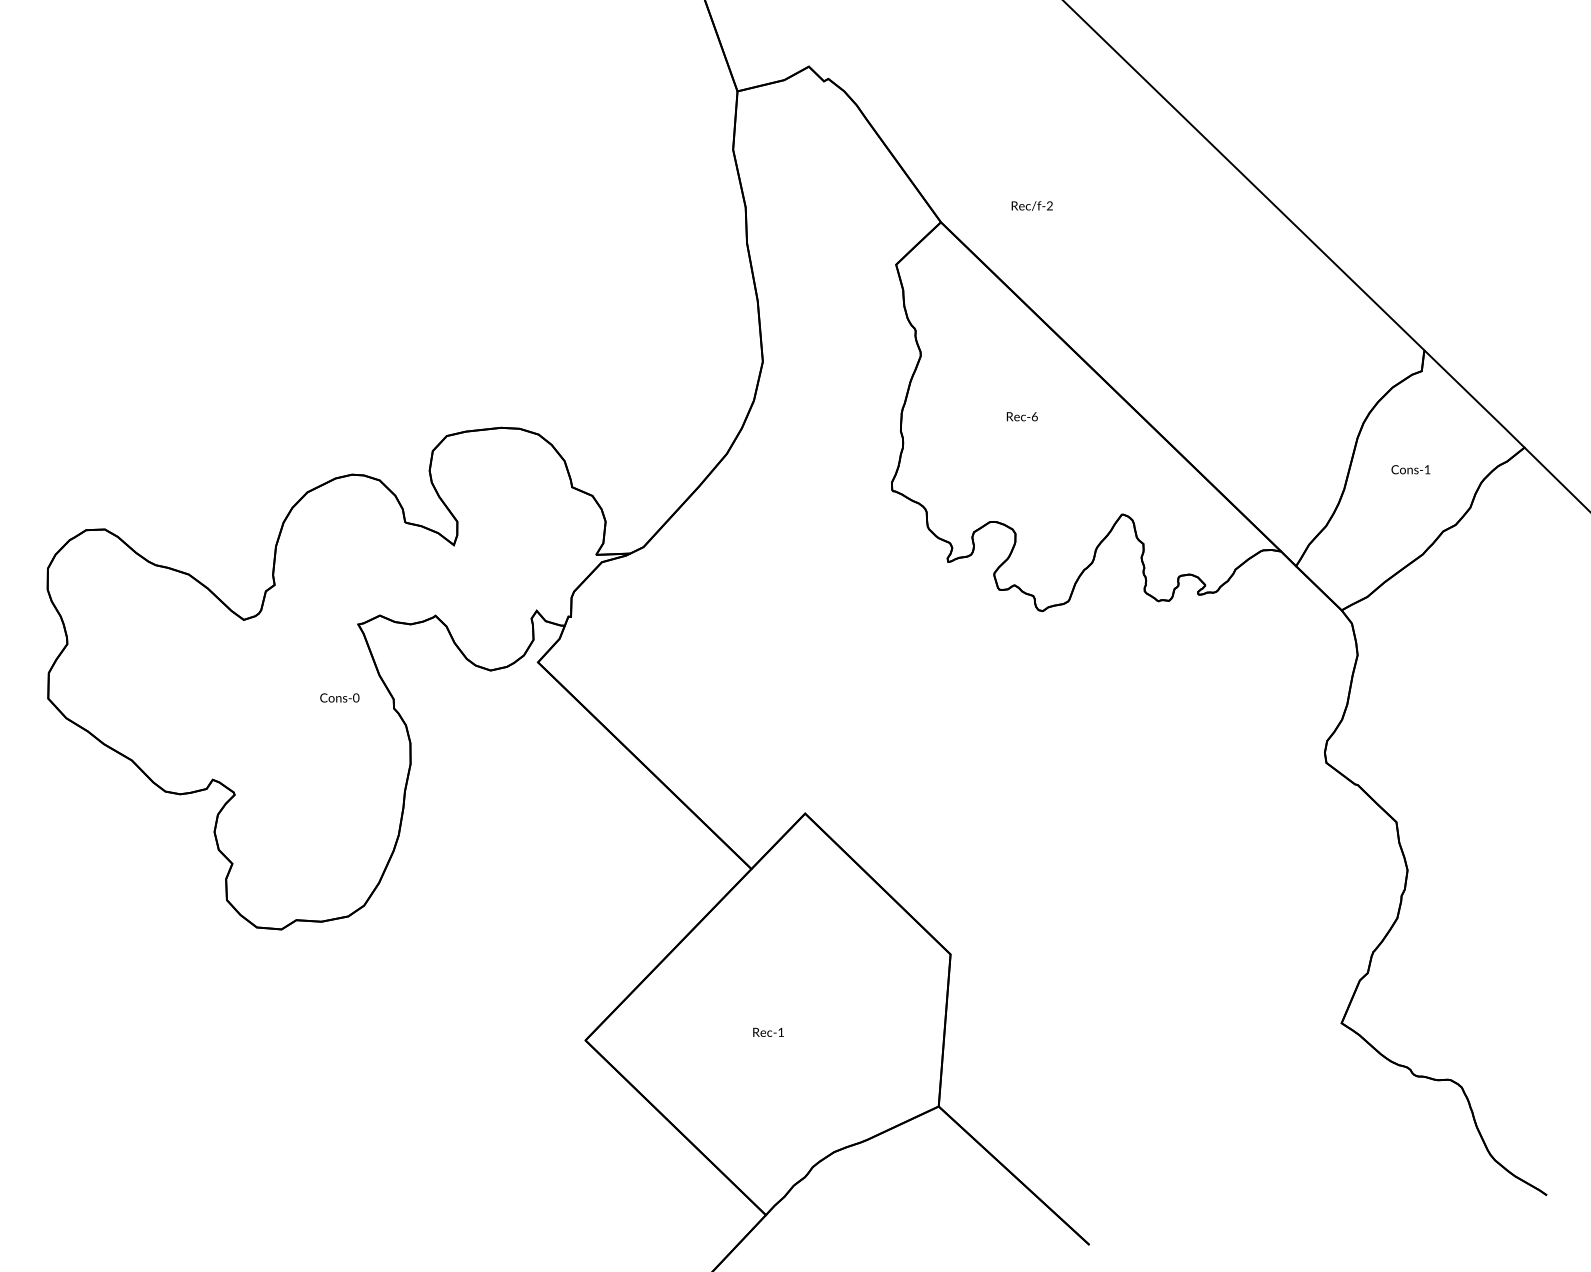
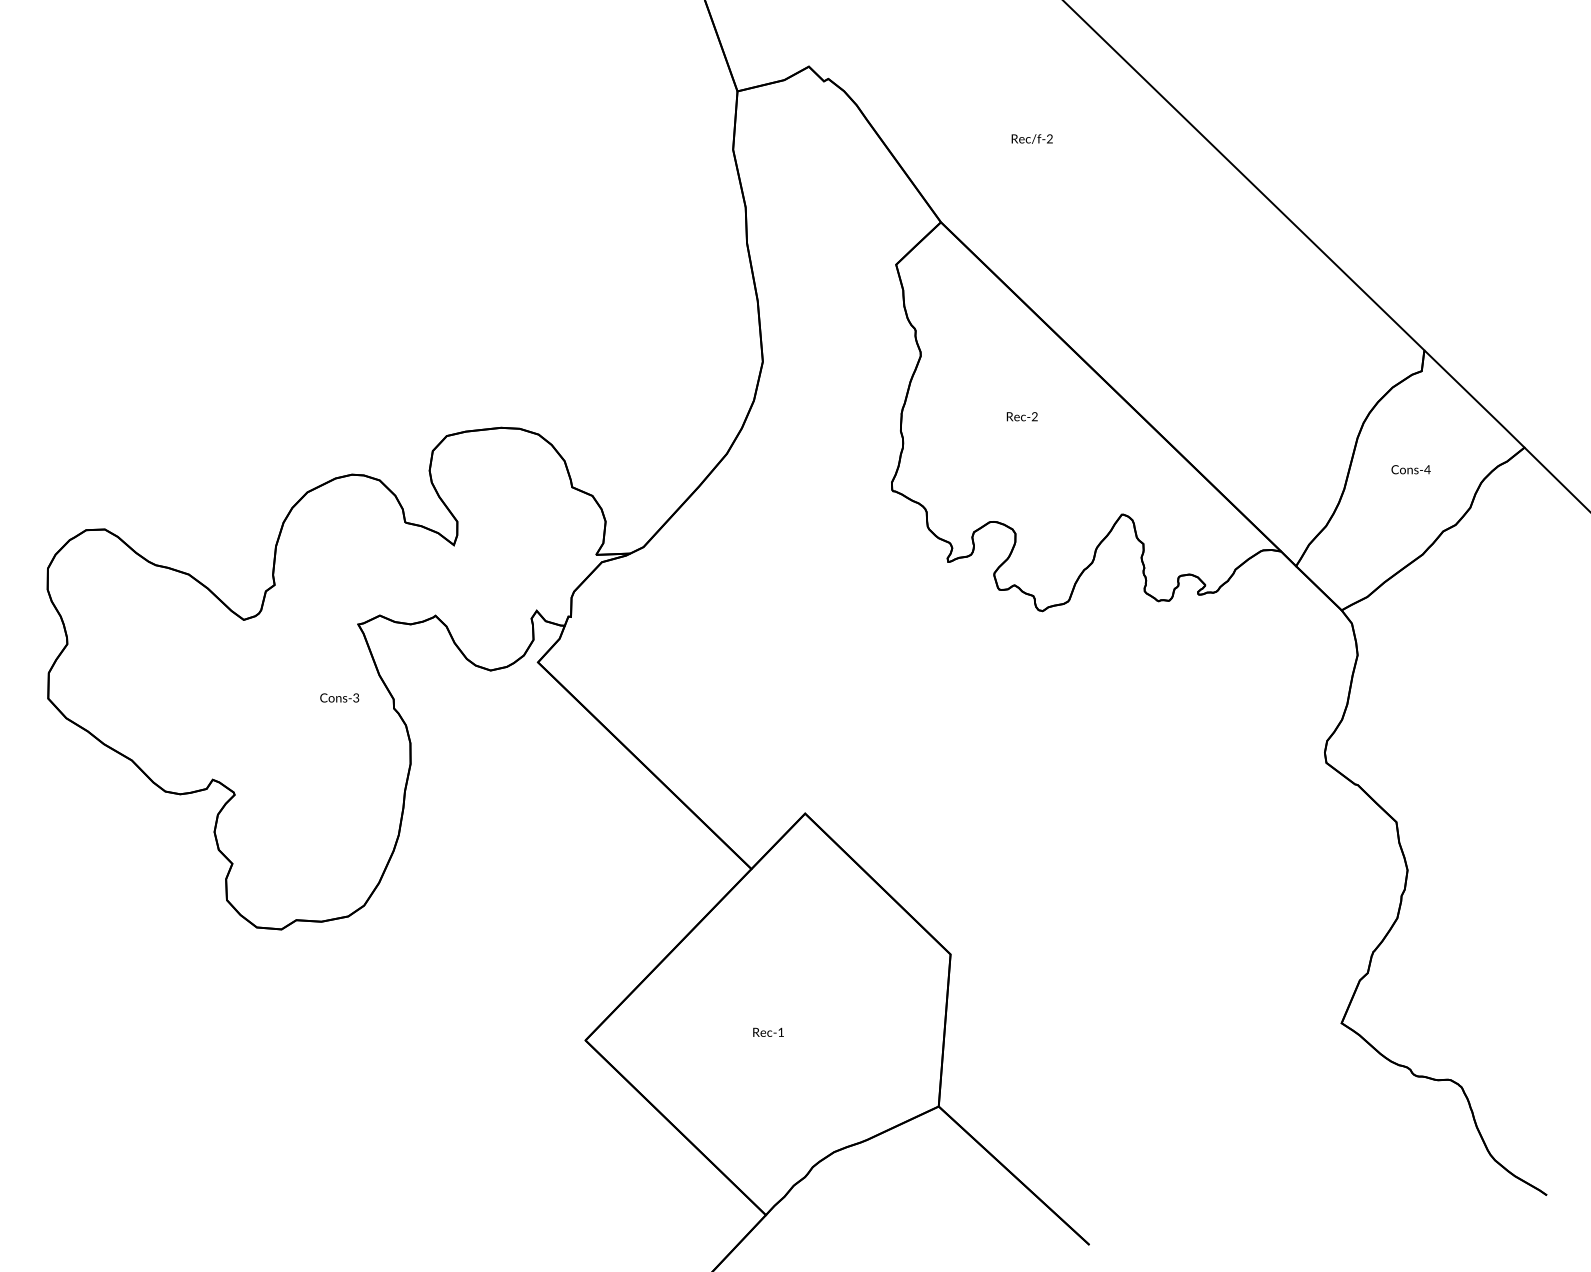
text at (1031, 205) position: (1031, 205) -> (1031, 138)
text at (1034, 416): Rec-6 -> Rec-2
text at (1427, 469): Cons-1 -> Cons-4
text at (356, 698): Cons-0 -> Cons-3
